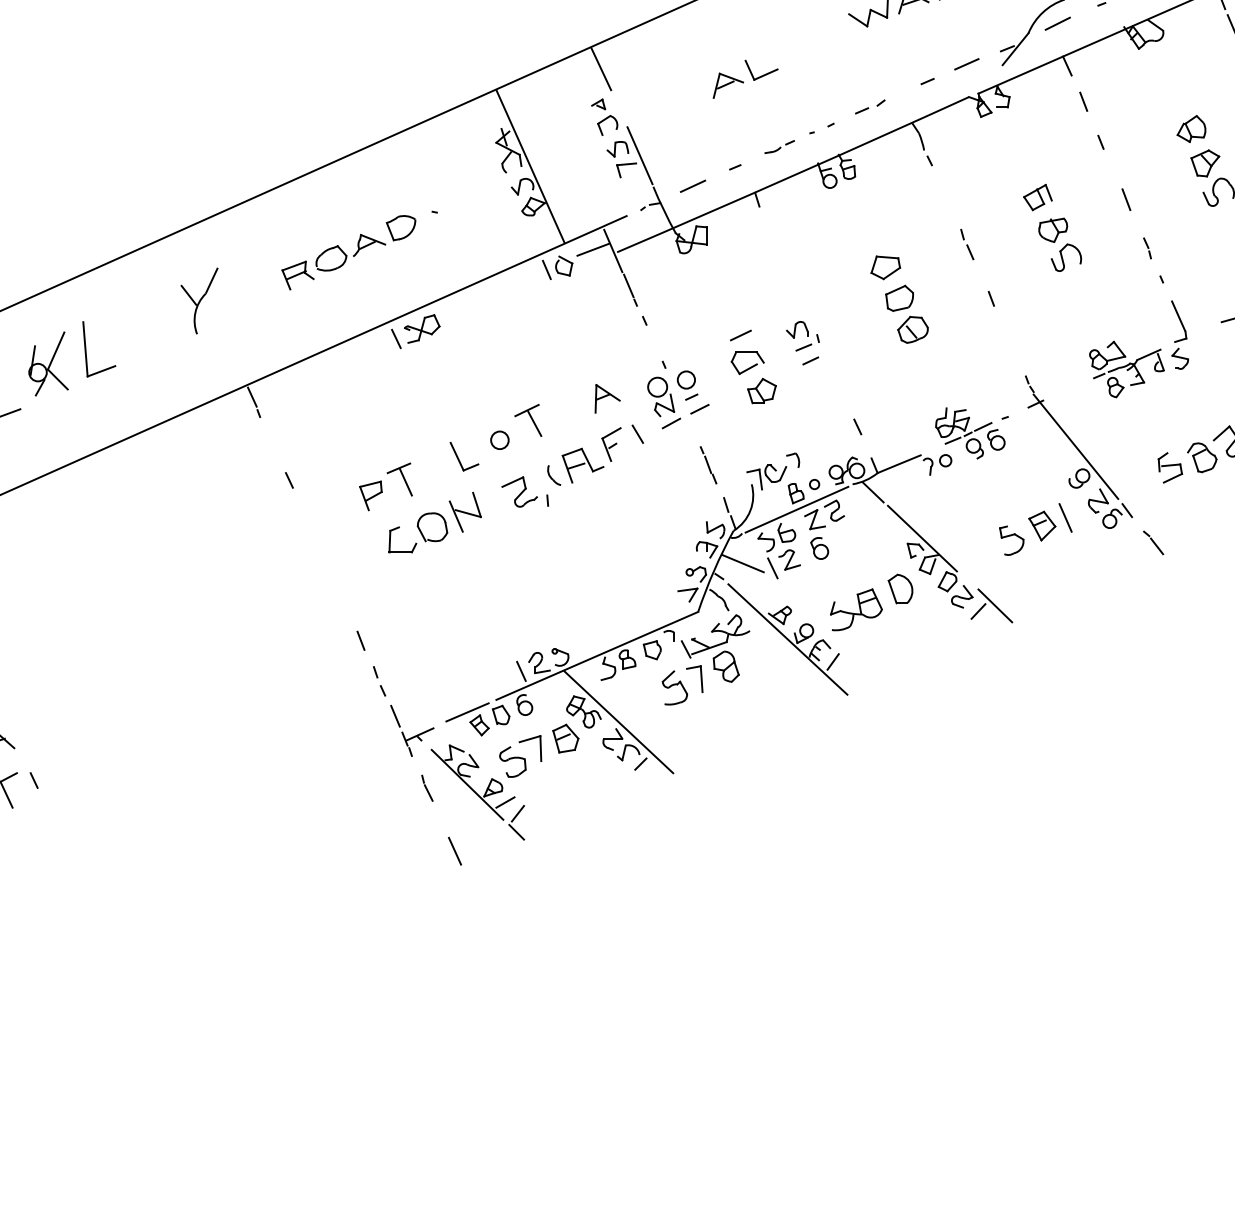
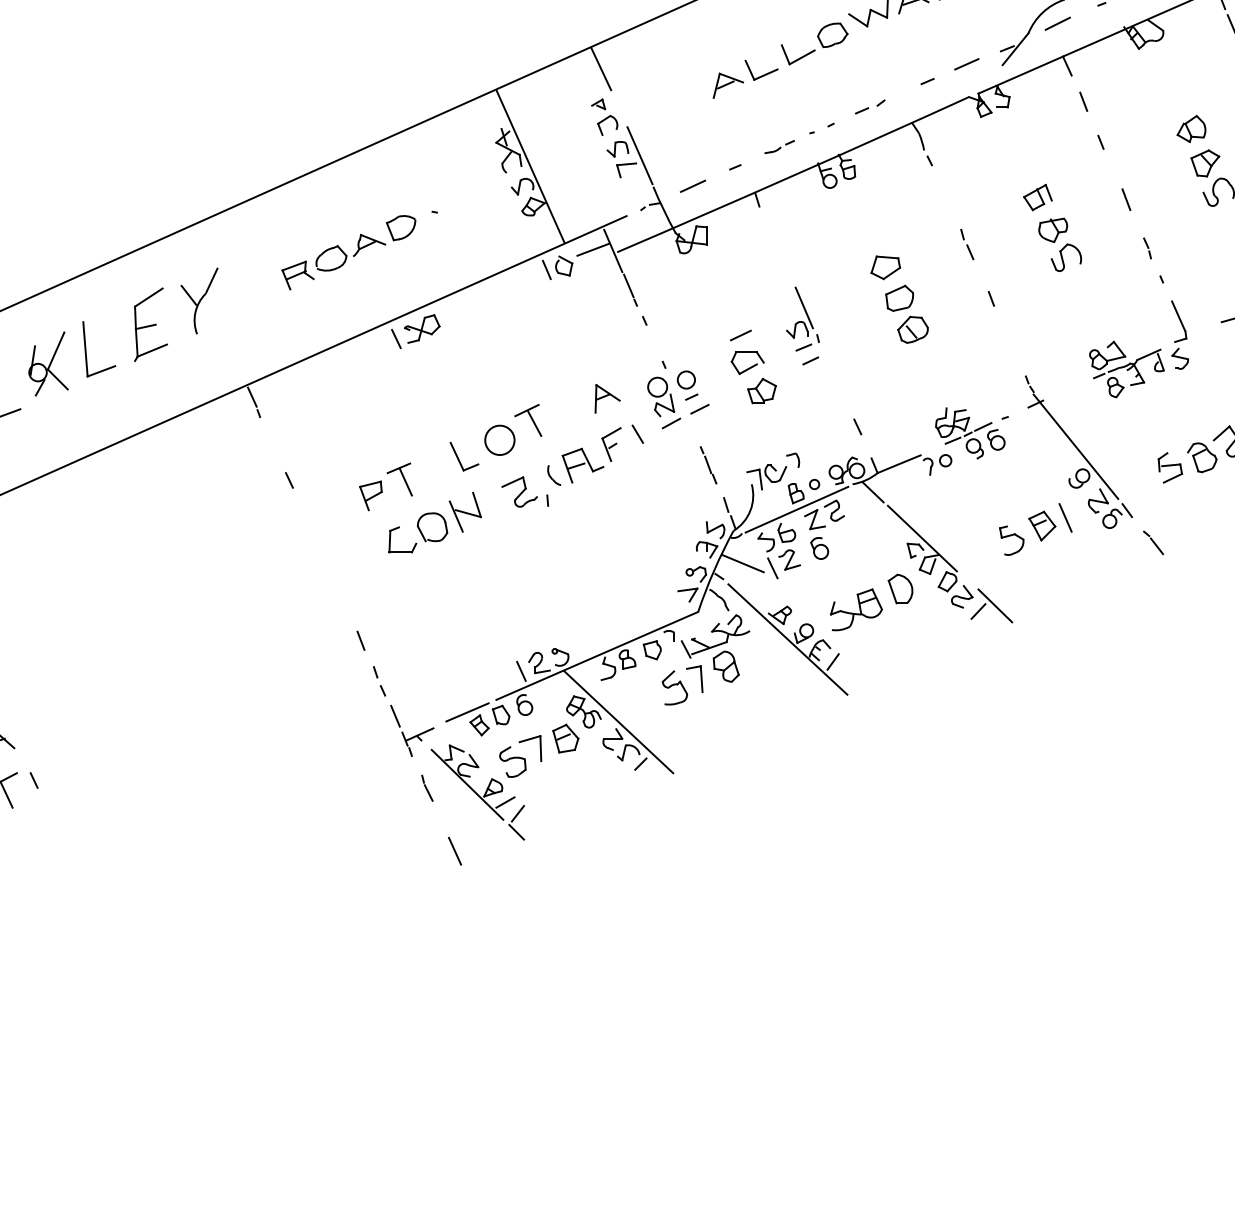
part at (814, 43): none -> present
line at (803, 307): none -> present
part at (150, 324): none -> present
circle at (499, 440) diameter: 18 px -> 29 px
